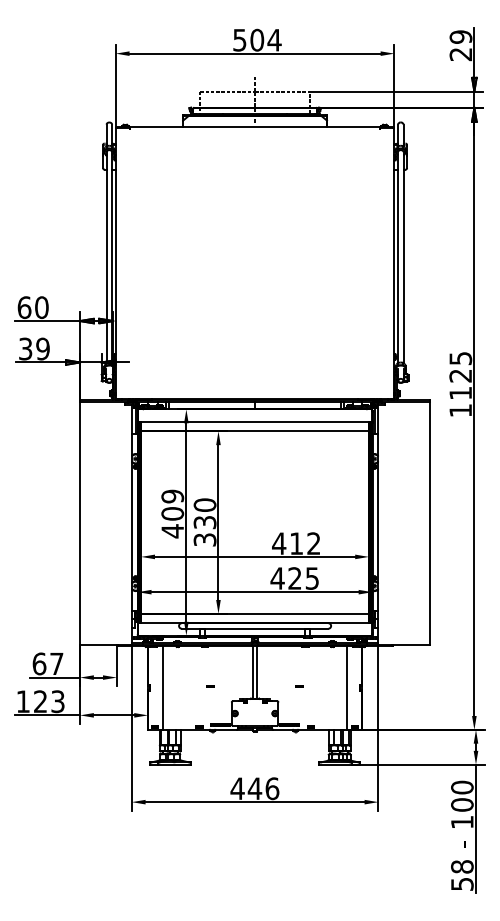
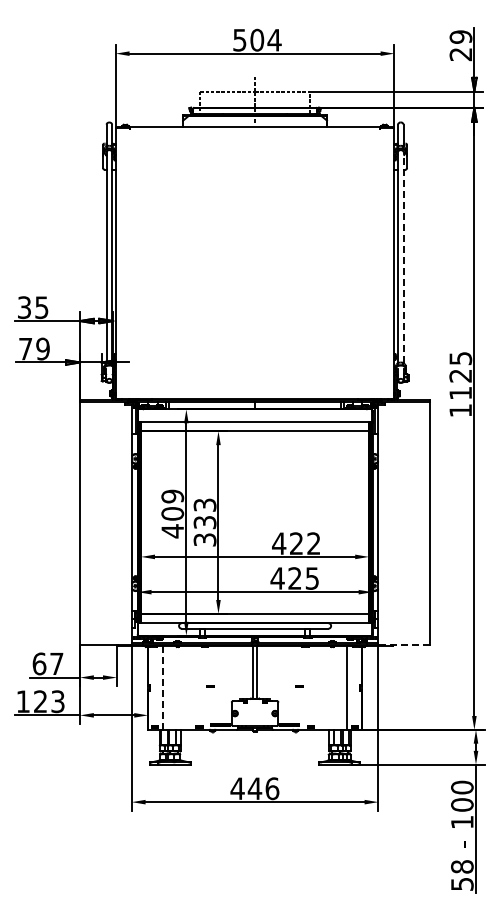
line at (403, 257): solid -> dashed
text at (32, 307): 60 -> 35
text at (25, 348): 39 -> 79
text at (204, 504): 330 -> 333
text at (296, 543): 412 -> 422
line at (404, 644): solid -> dashed
line at (163, 688): solid -> dashed
